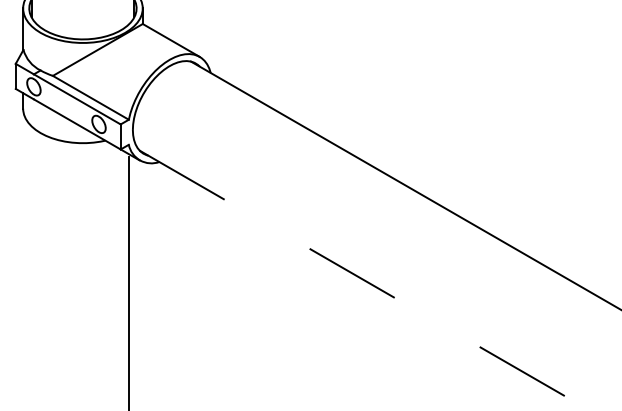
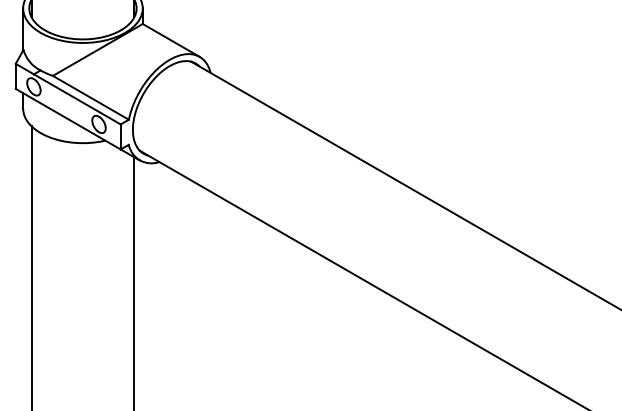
line at (31, 266): none -> present
line at (365, 280): dashed -> solid
line at (129, 282) position: (129, 282) -> (134, 282)
